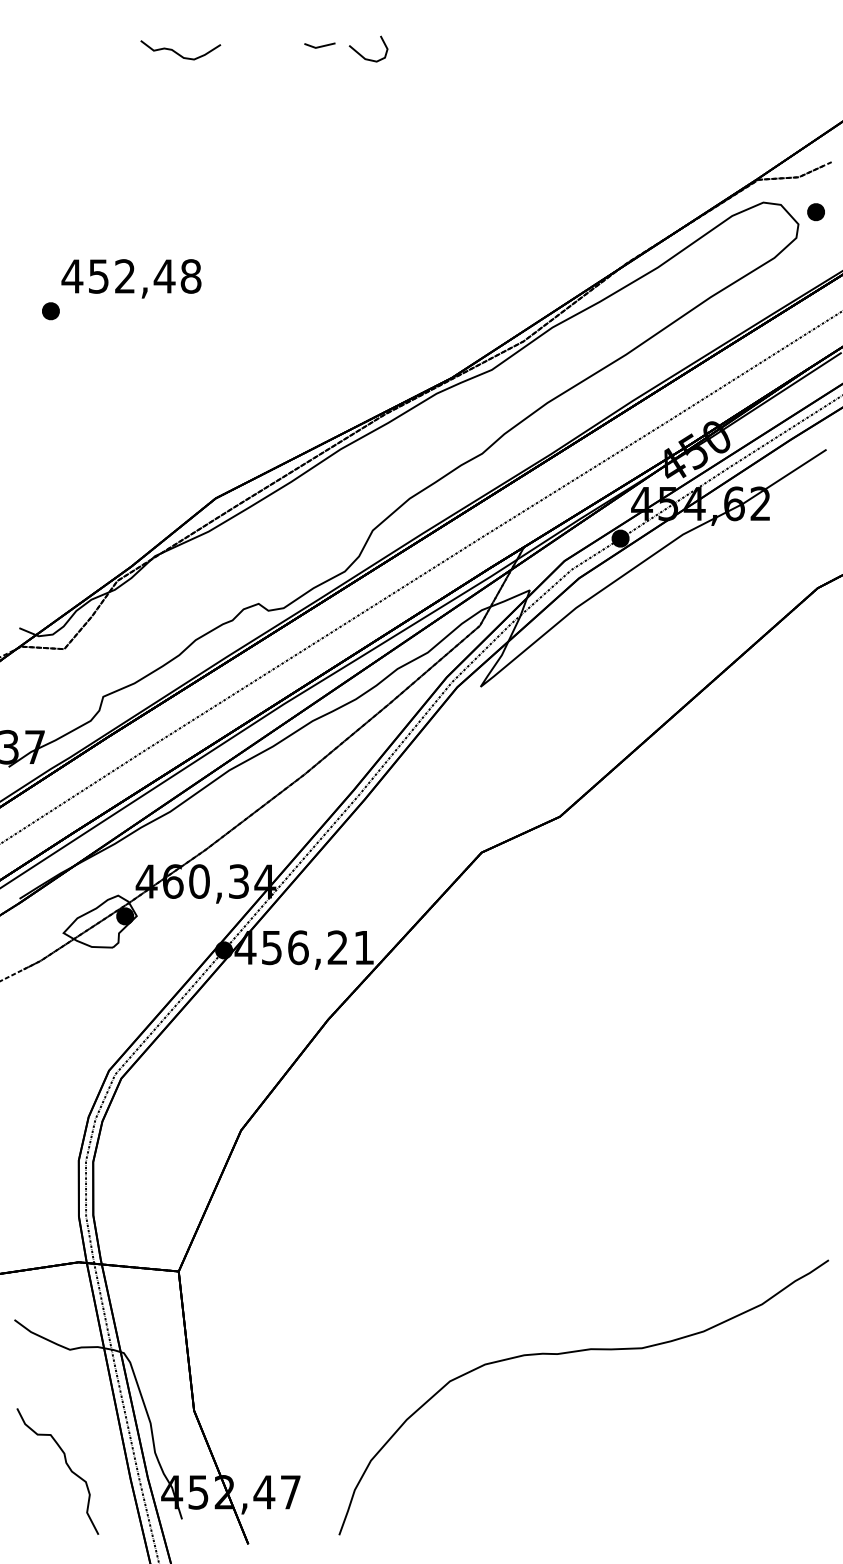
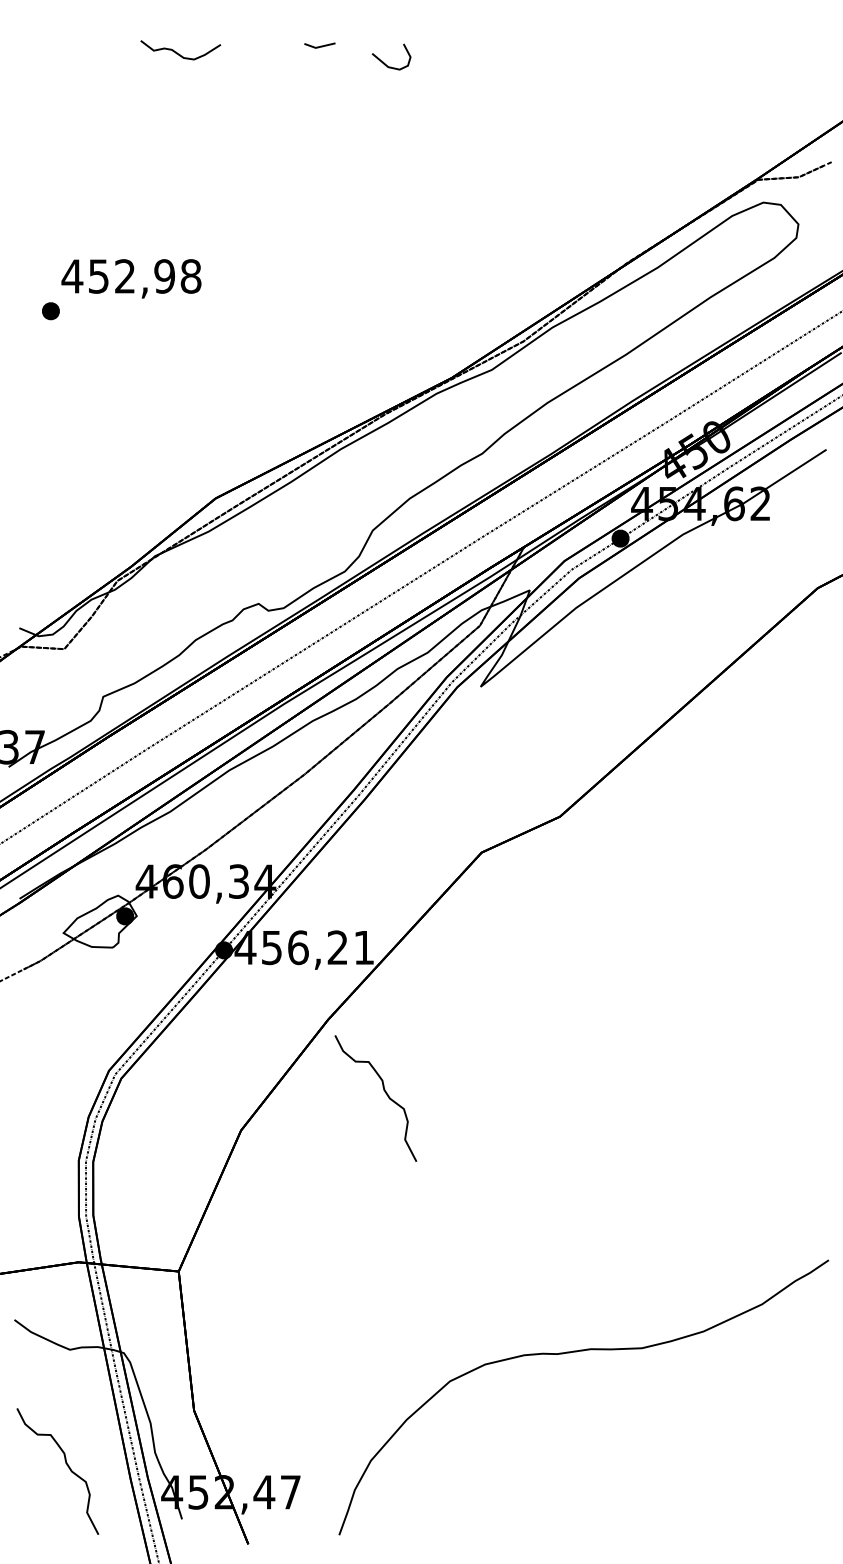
curve at (361, 54) position: (361, 54) -> (384, 62)
part at (815, 212): present -> none
text at (164, 276): 452,48 -> 452,98
curve at (384, 1092): none -> present
